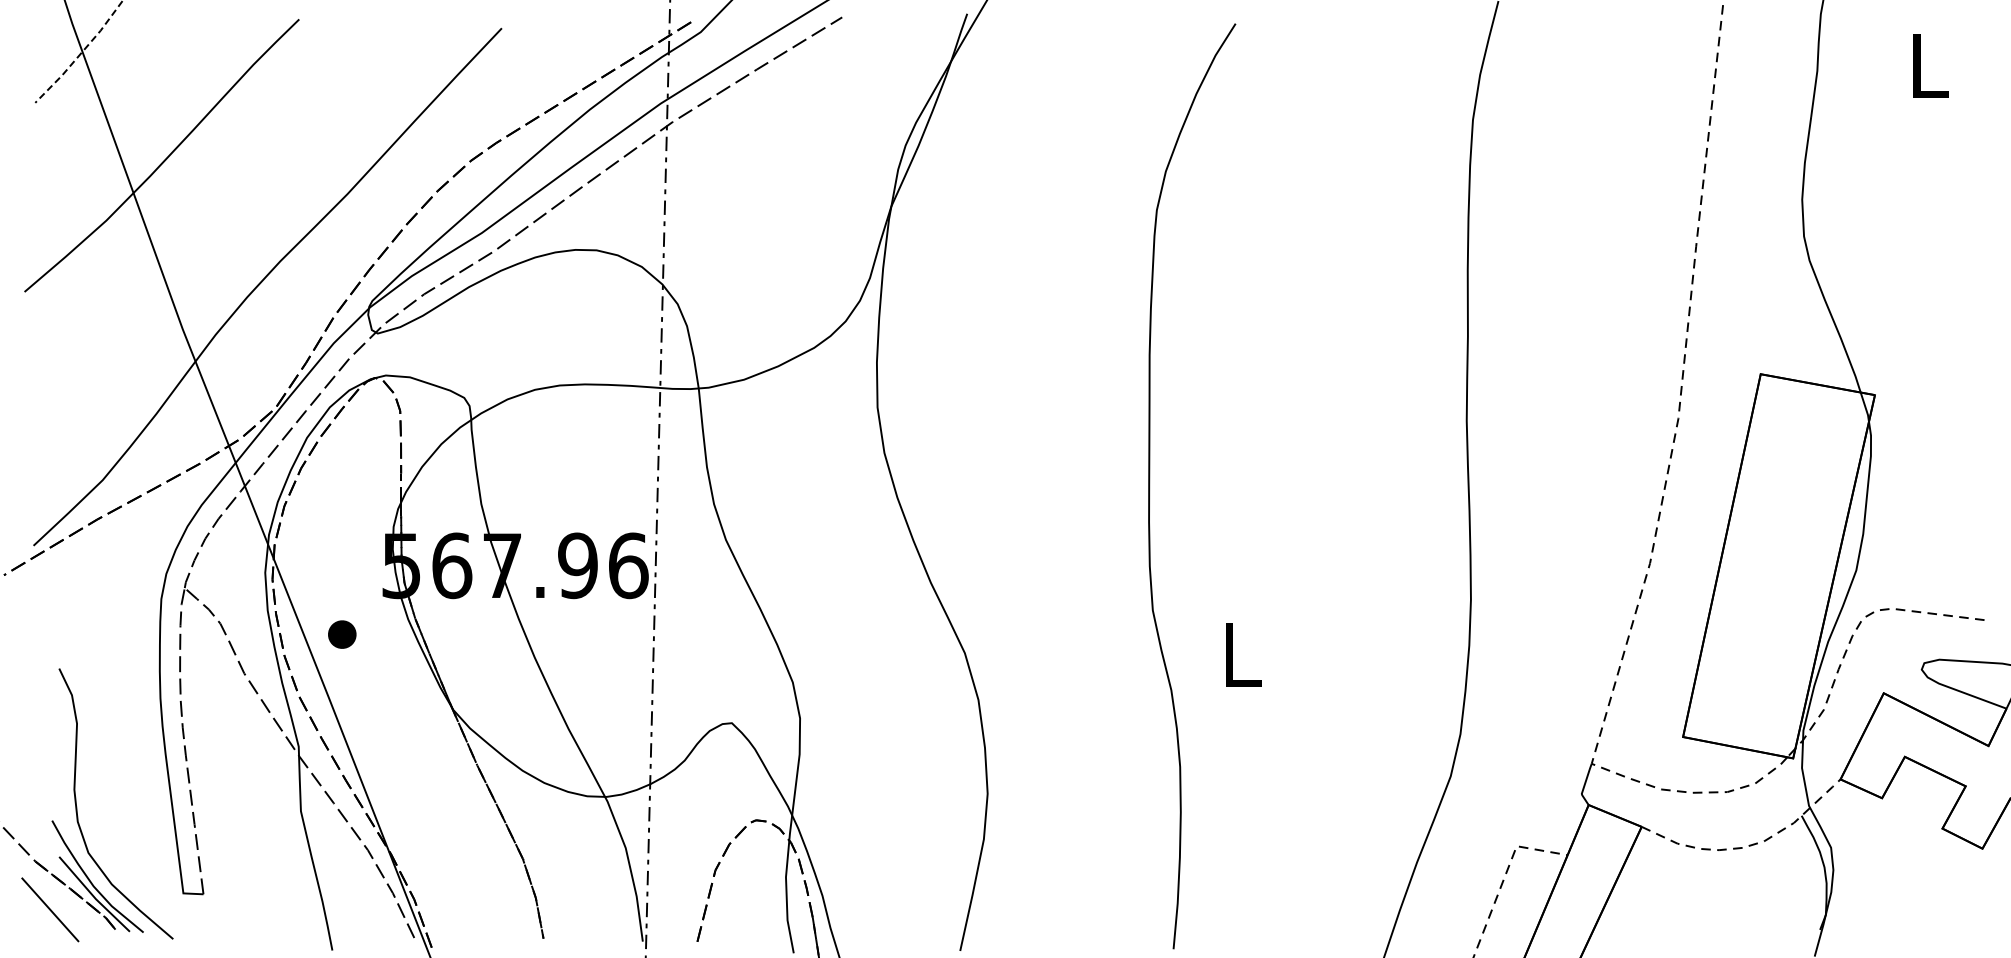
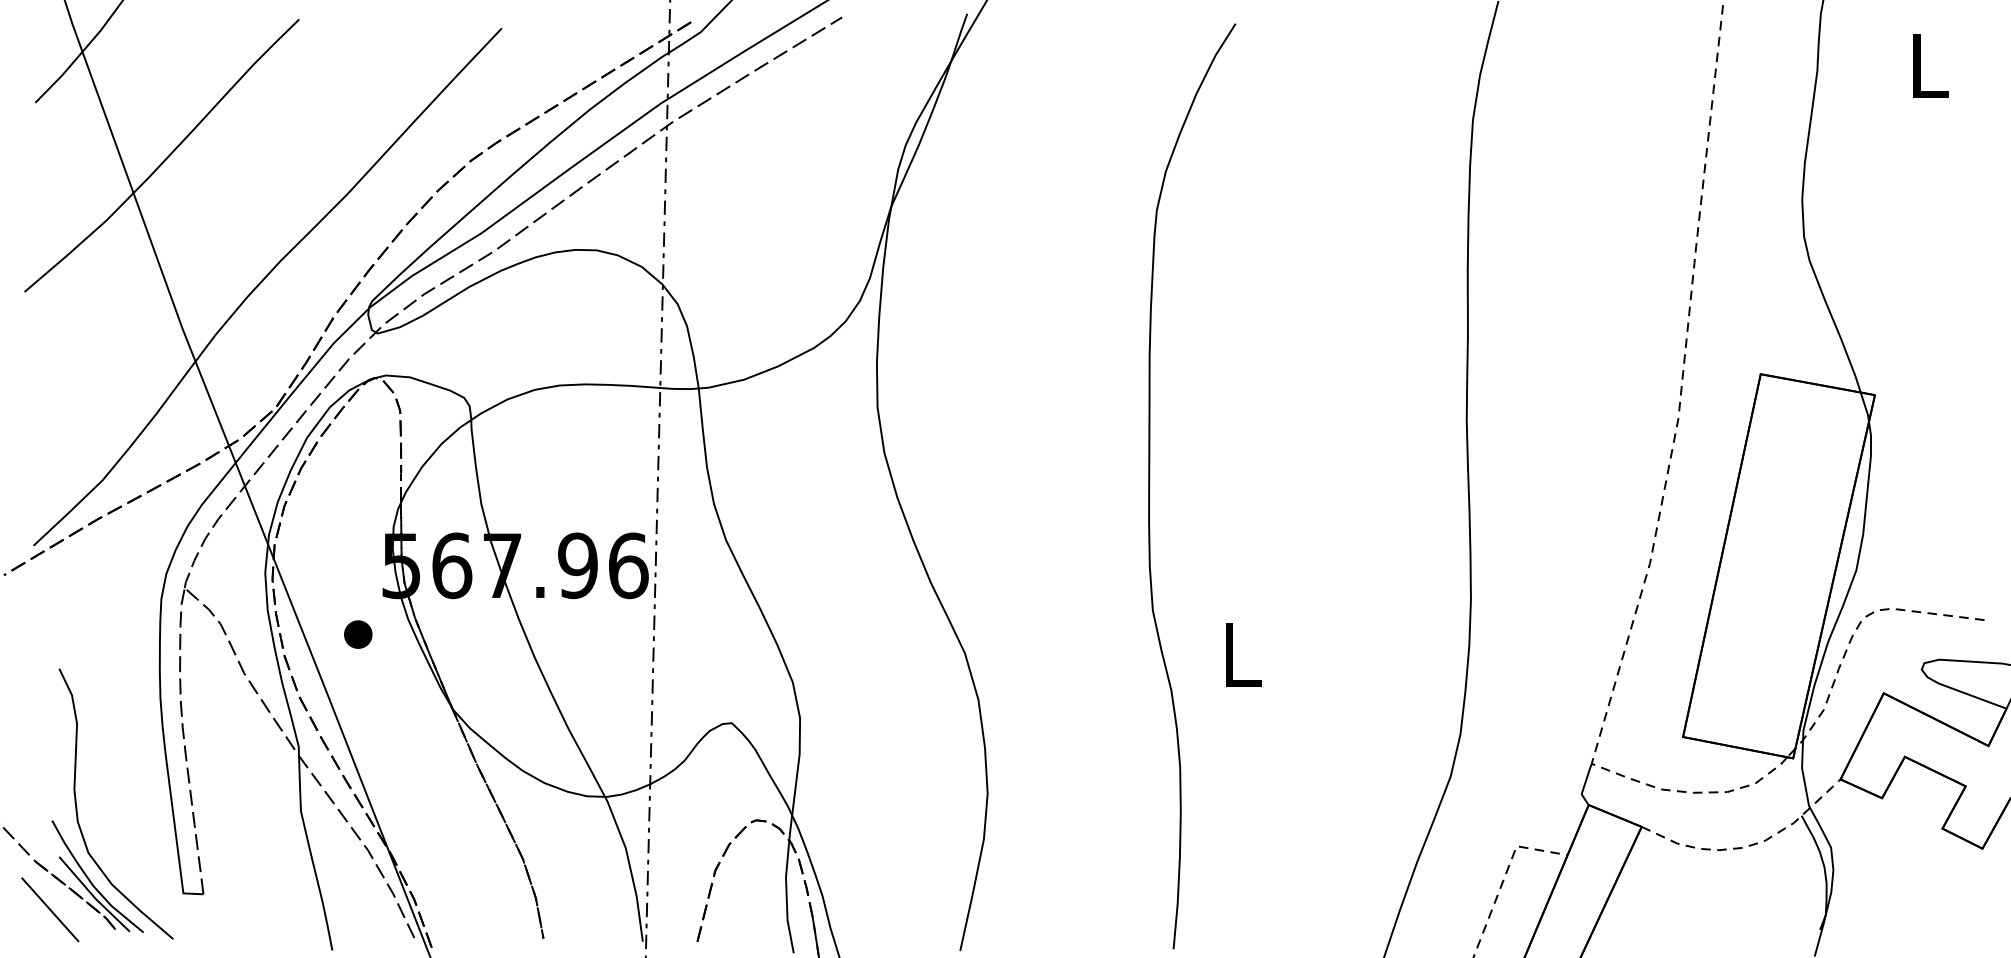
line at (81, 53): dashed -> solid
part at (342, 634) position: (342, 634) -> (358, 634)
